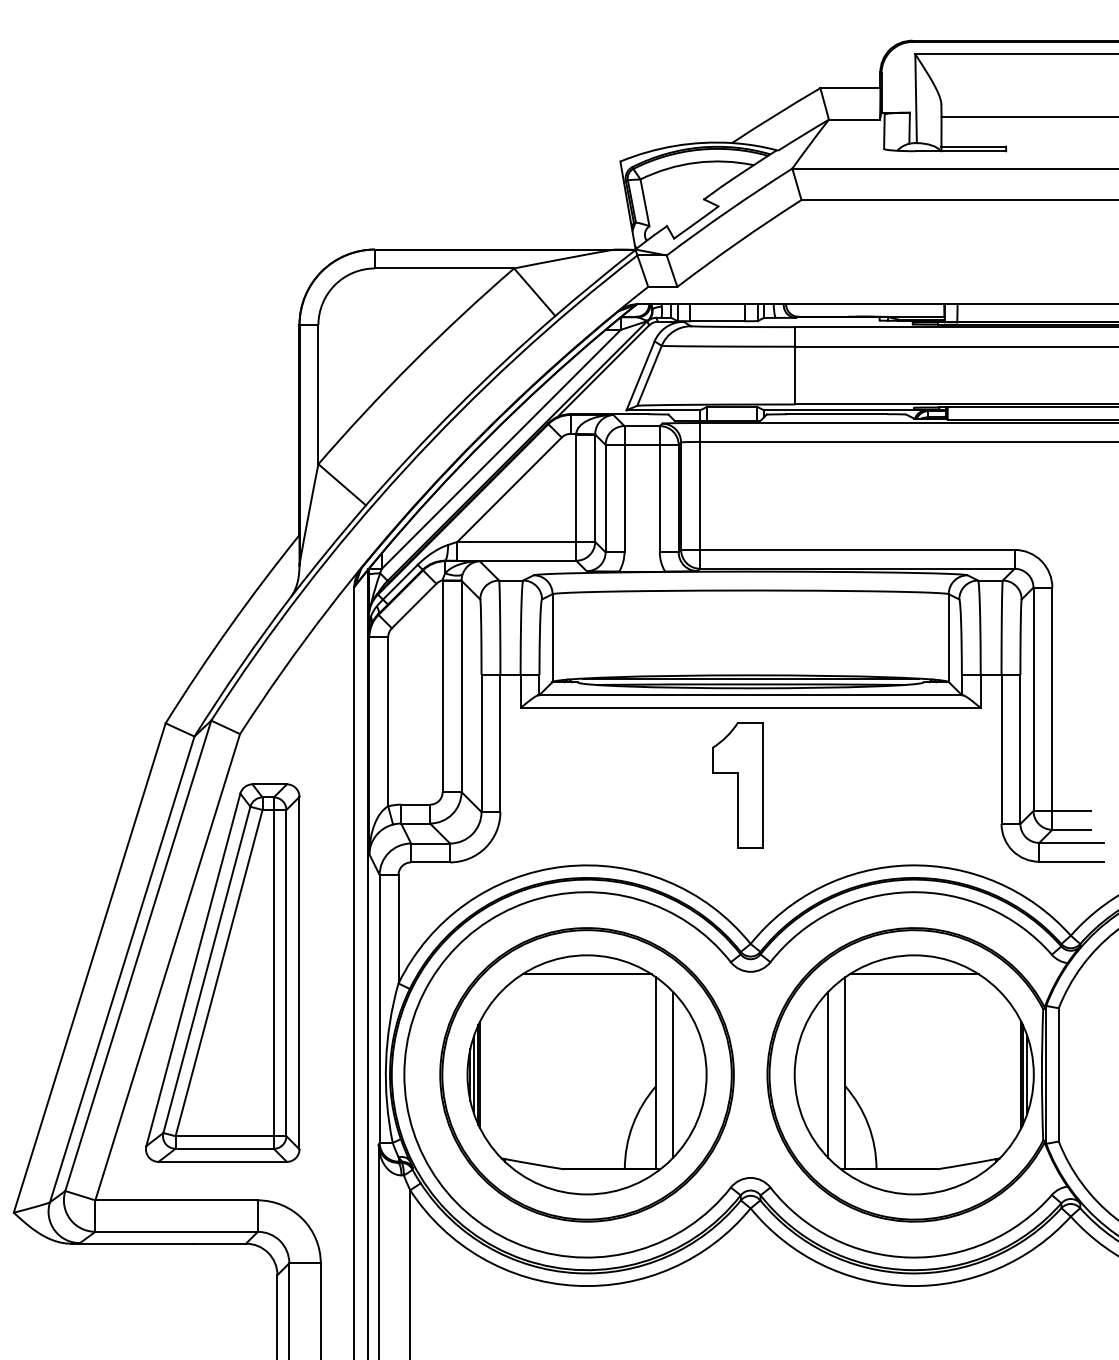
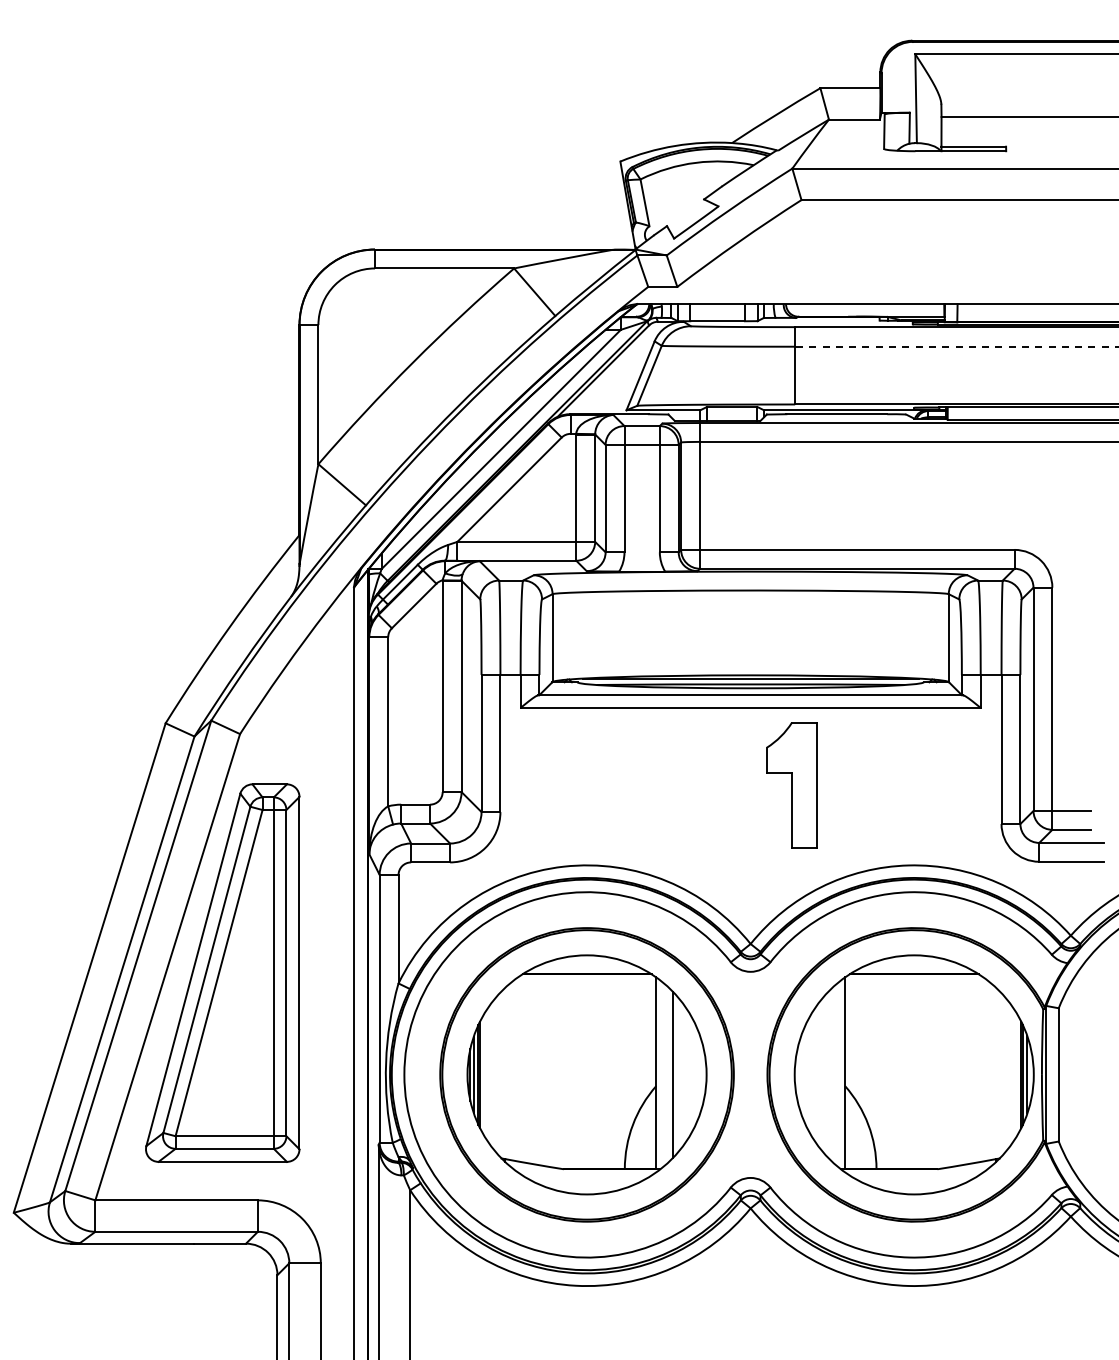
line at (956, 346): solid -> dashed
part at (737, 785) position: (737, 785) -> (791, 785)
line at (828, 1074): present -> none
